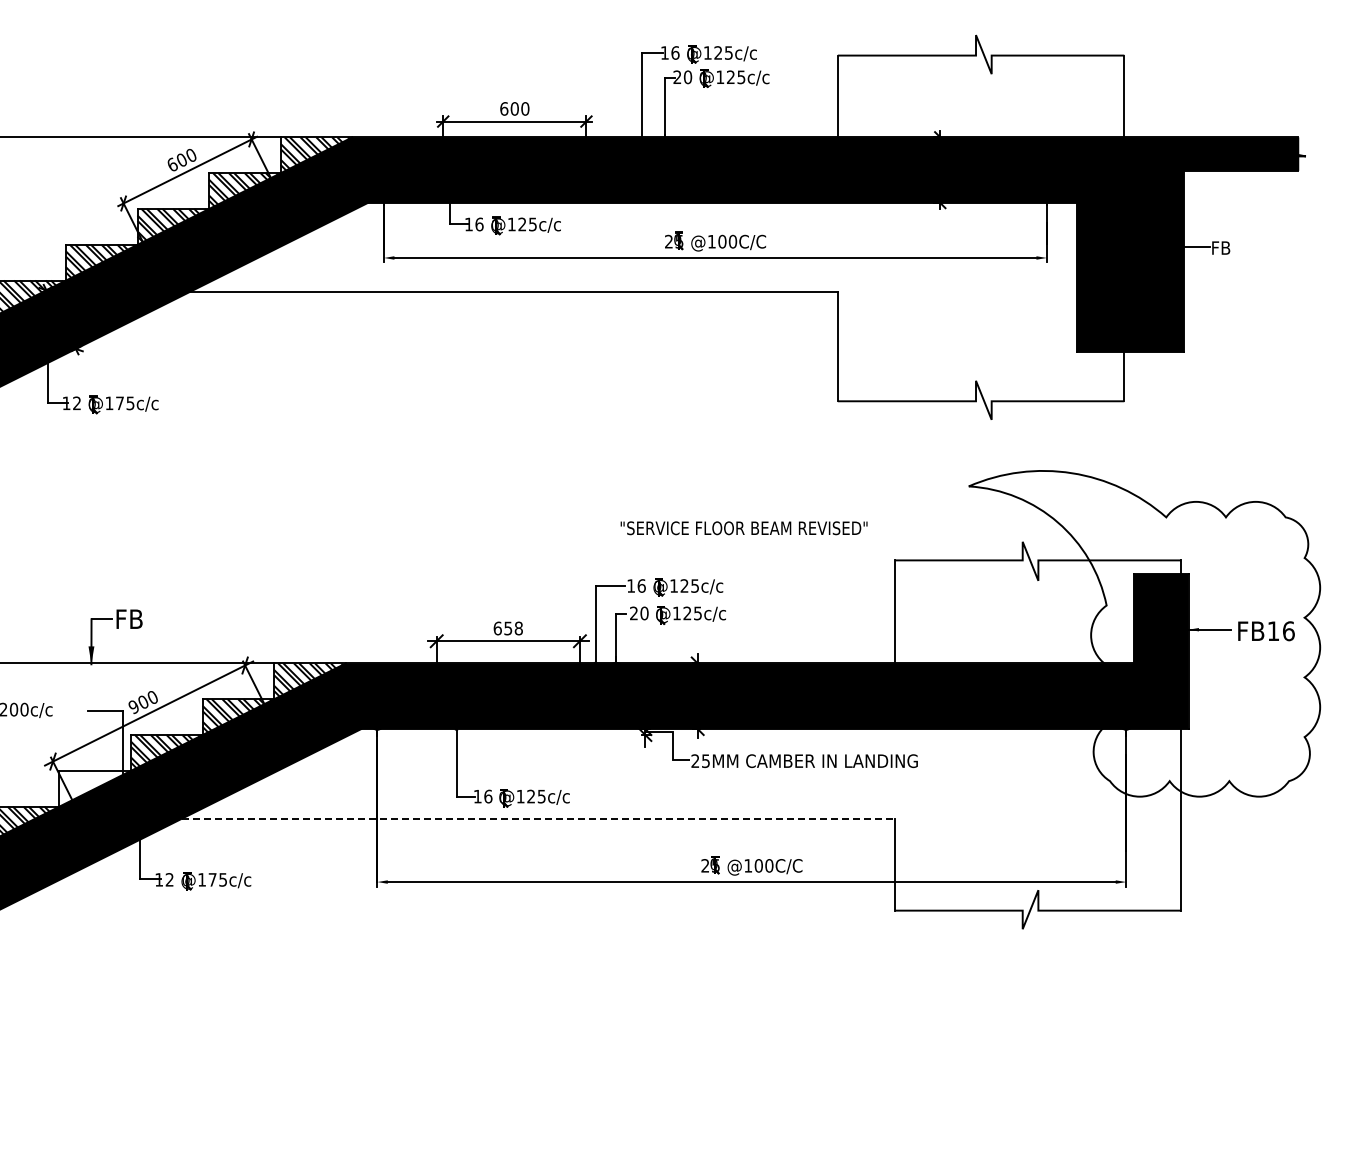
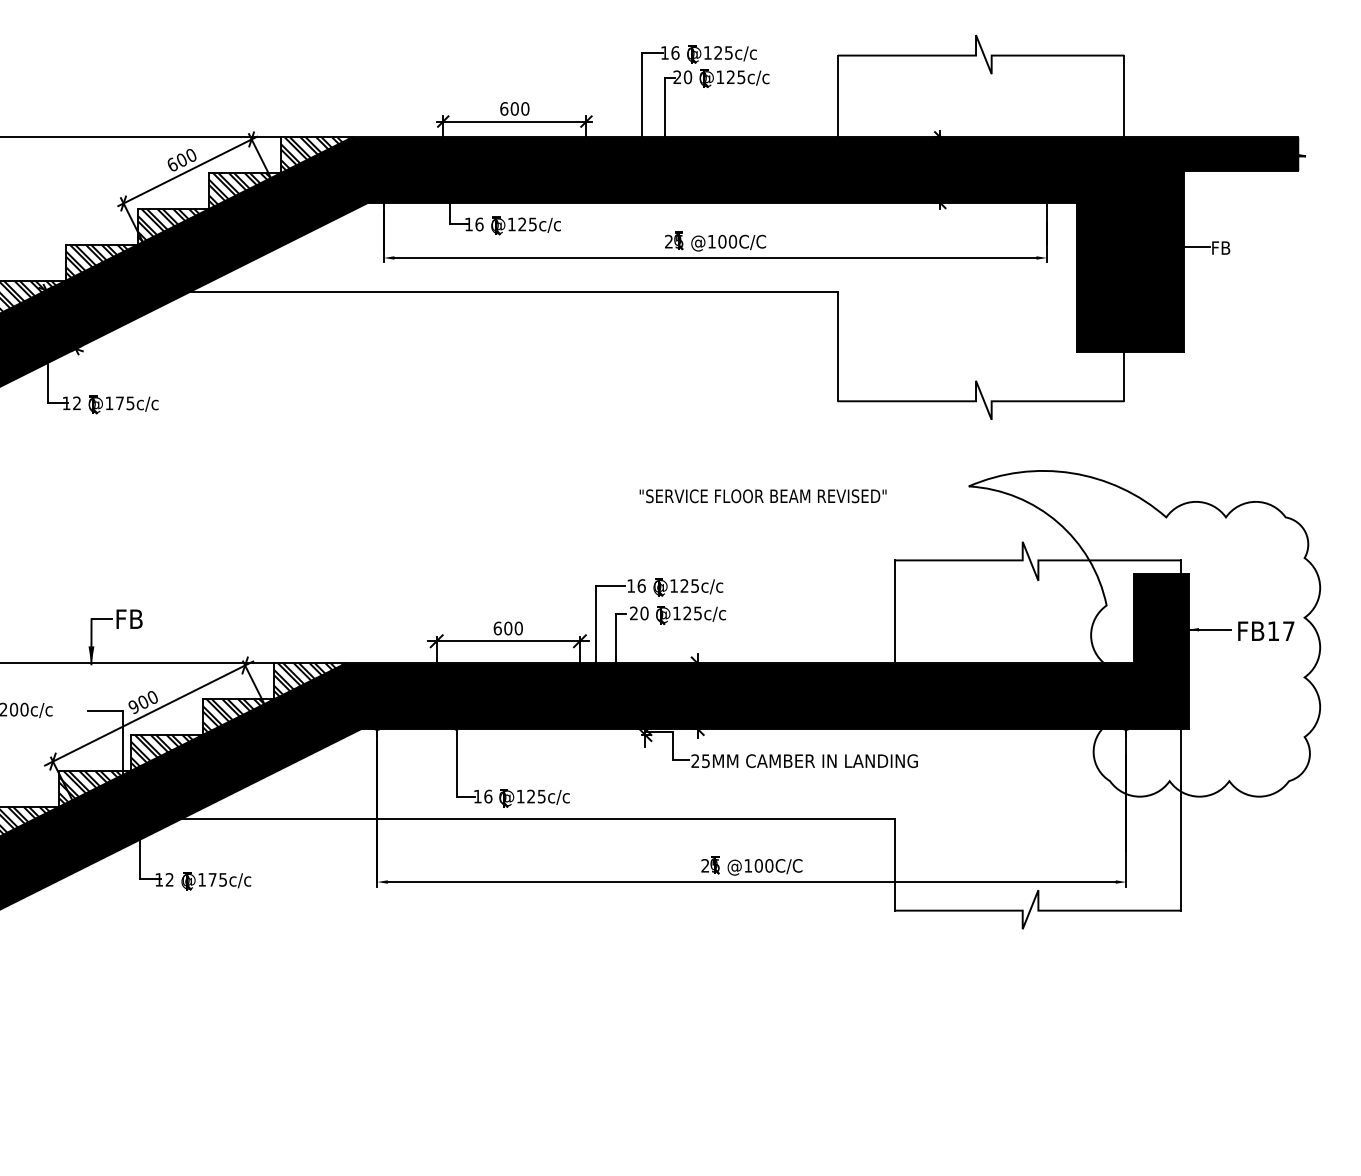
text at (743, 528) position: (743, 528) -> (762, 496)
text at (513, 628): 658 -> 600
text at (1288, 631): FB16 -> FB17
hatch at (93, 786): none -> present
line at (539, 818): dashed -> solid
